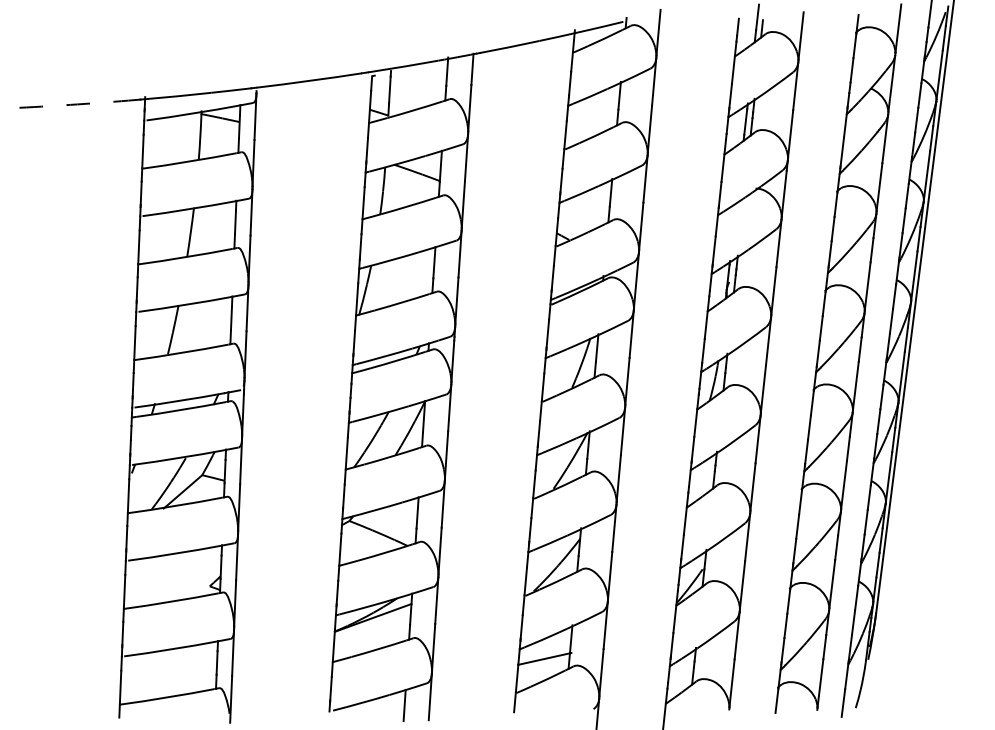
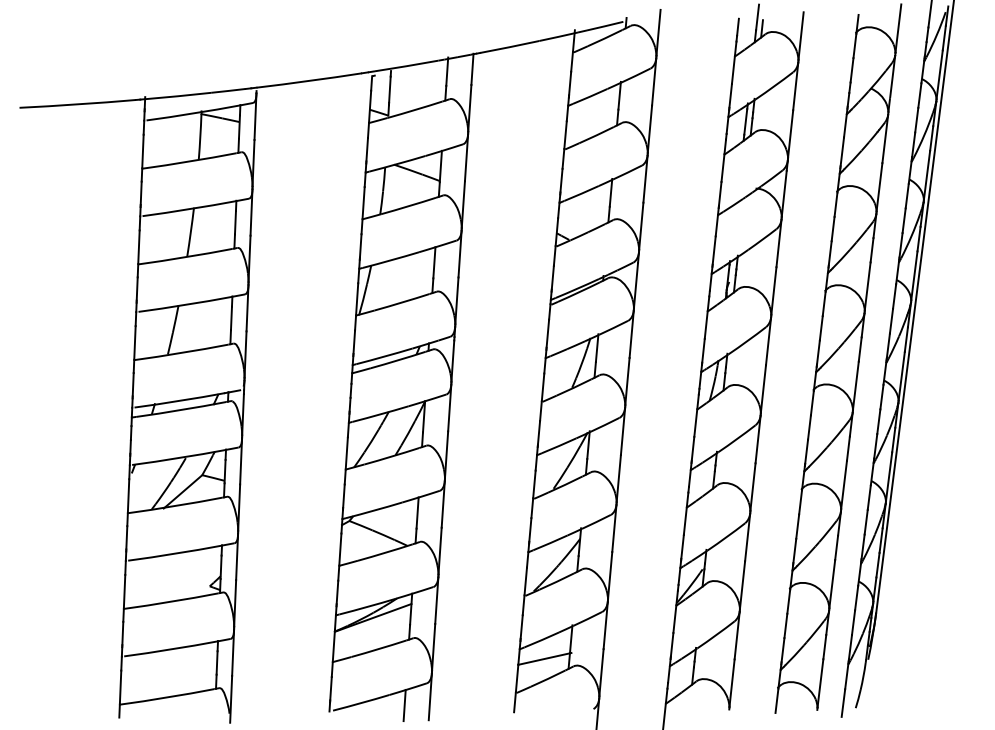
arc at (77, 104): dashed -> solid
